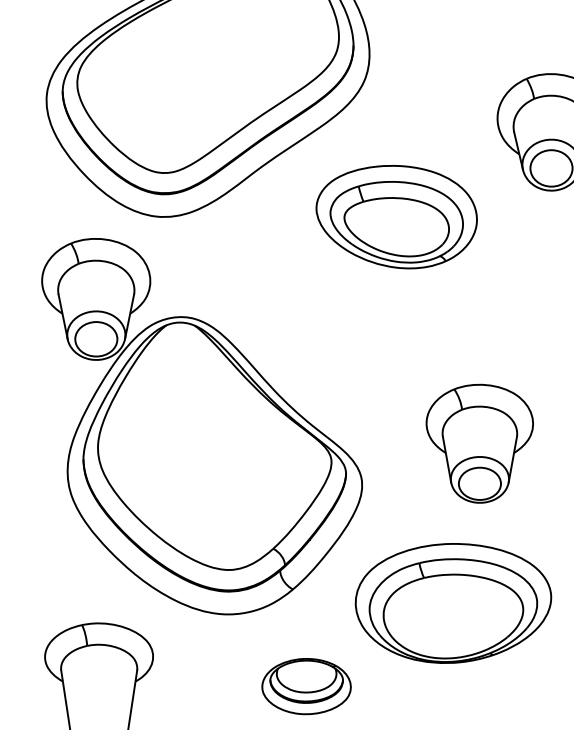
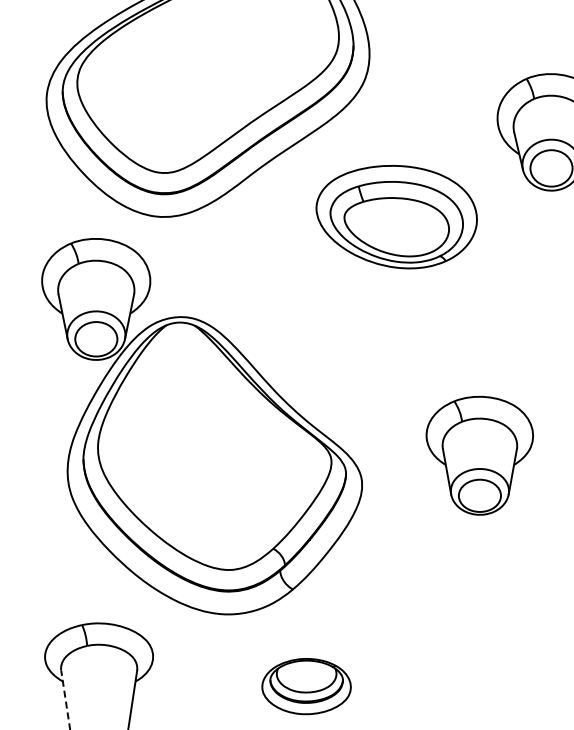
part at (479, 443) position: (479, 443) -> (479, 455)
part at (453, 603): present -> none
line at (65, 699): solid -> dashed
